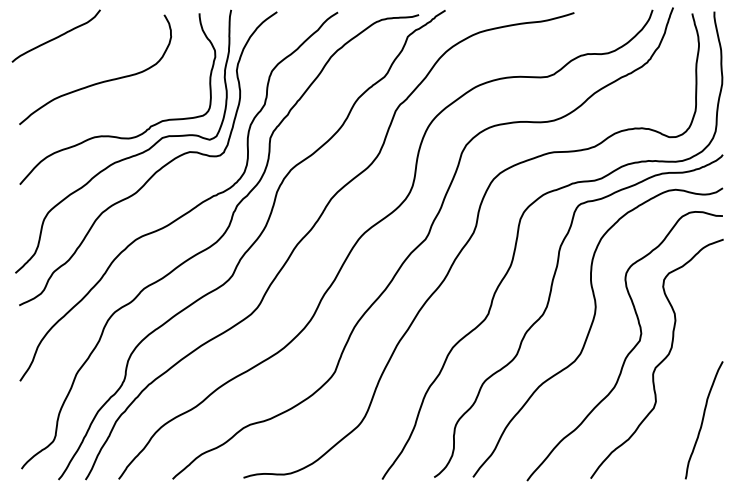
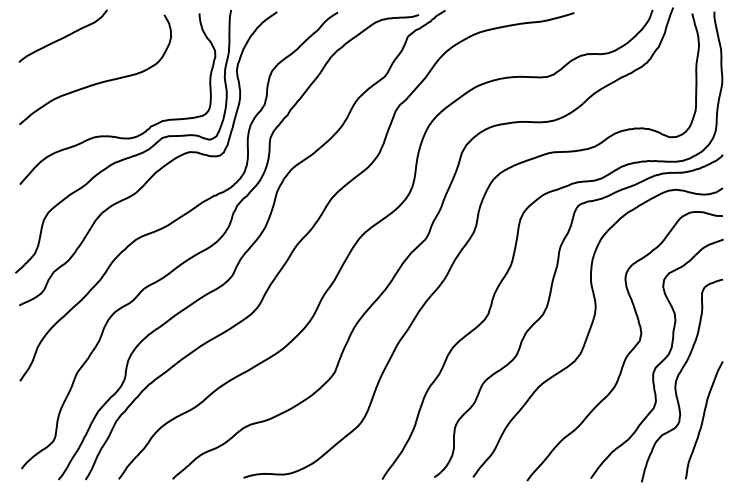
curve at (56, 36) position: (56, 36) -> (63, 36)
curve at (677, 380): none -> present
